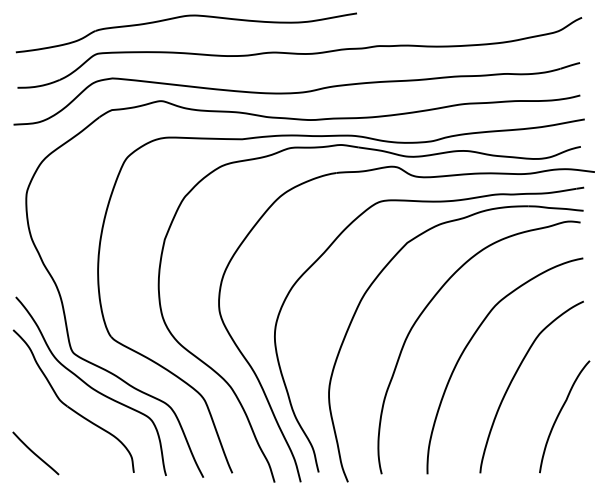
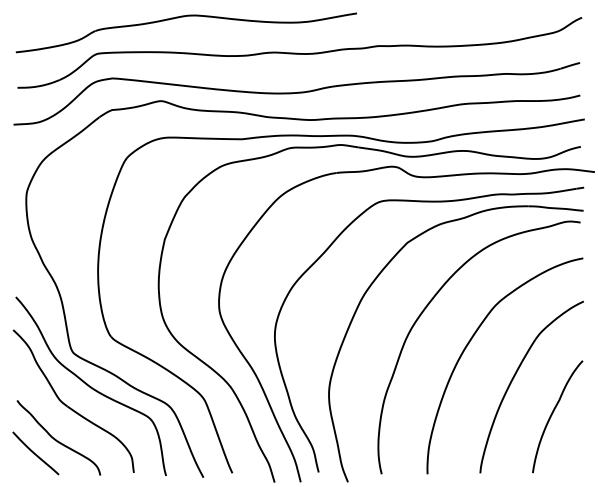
curve at (560, 413) position: (560, 413) -> (553, 413)
curve at (56, 439): none -> present
